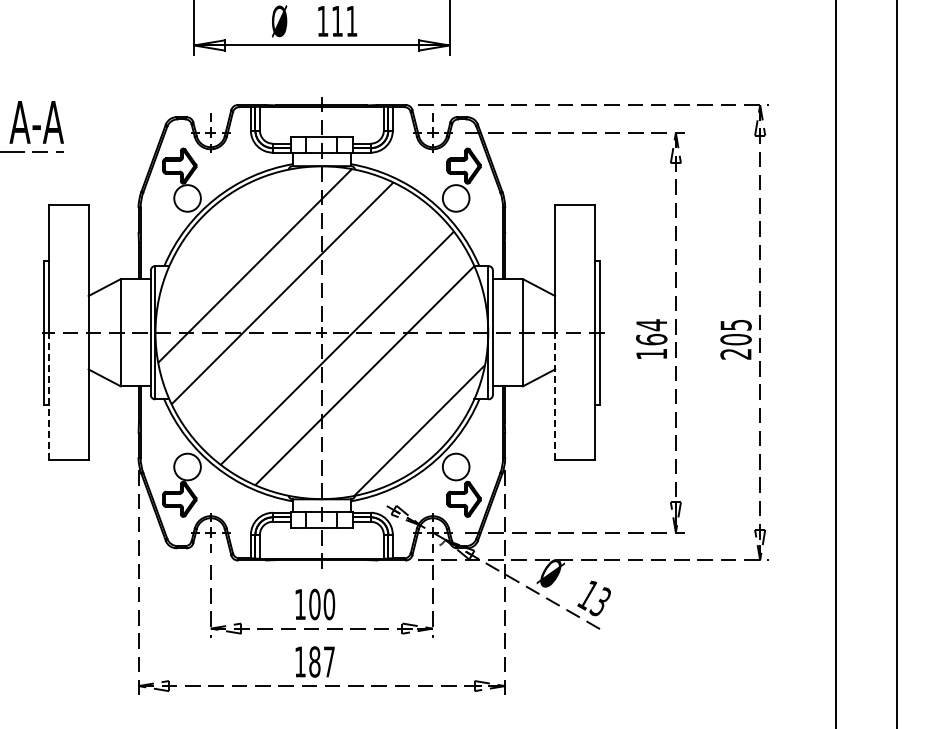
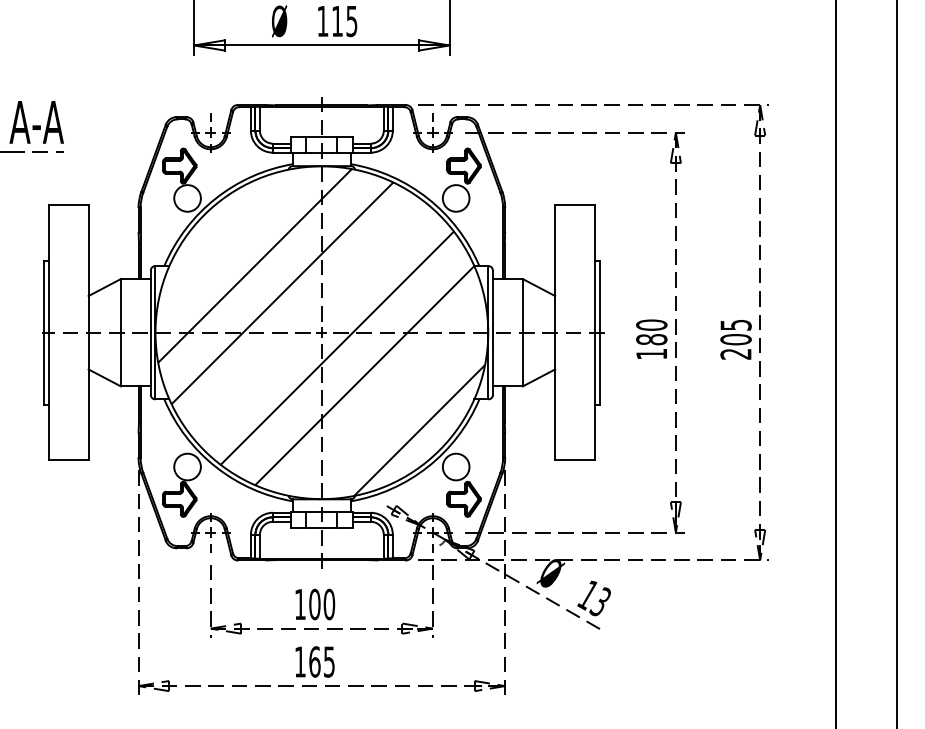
text at (351, 21): 111 -> 115
text at (651, 332): 164 -> 180
line at (48, 396): dashed -> solid
line at (555, 396): dashed -> solid
text at (321, 661): 187 -> 165
